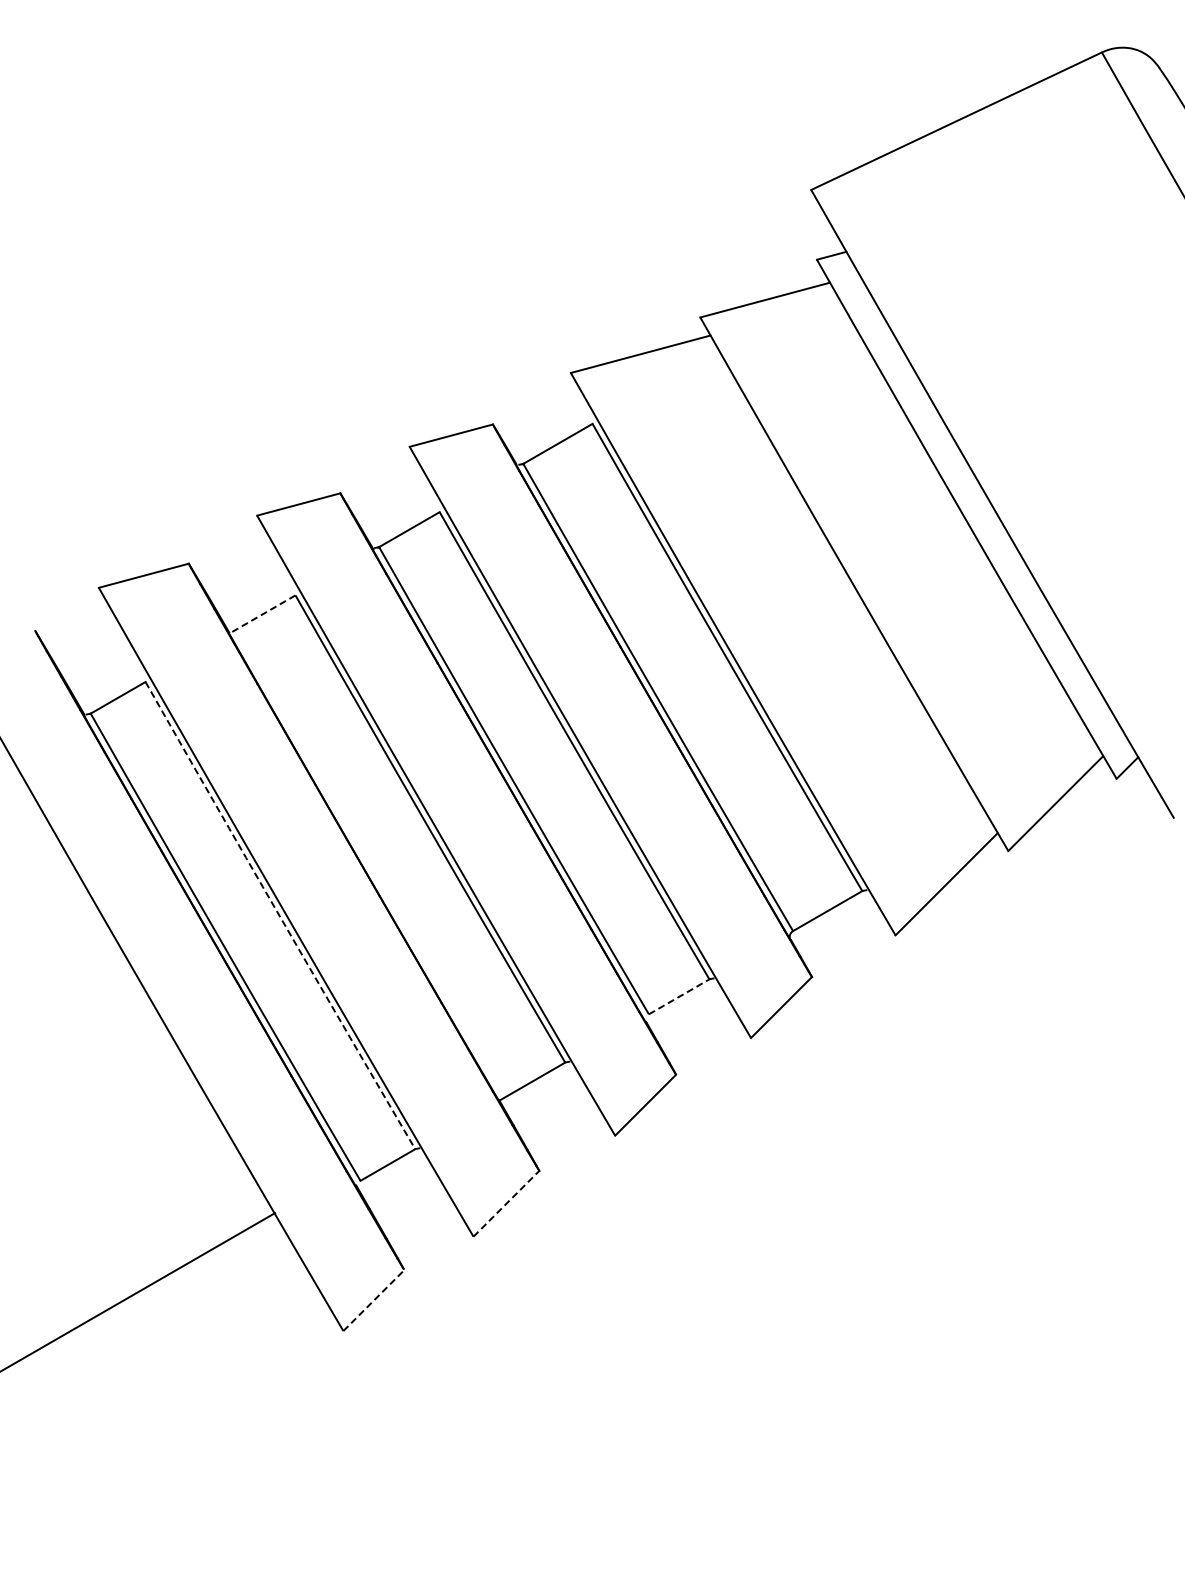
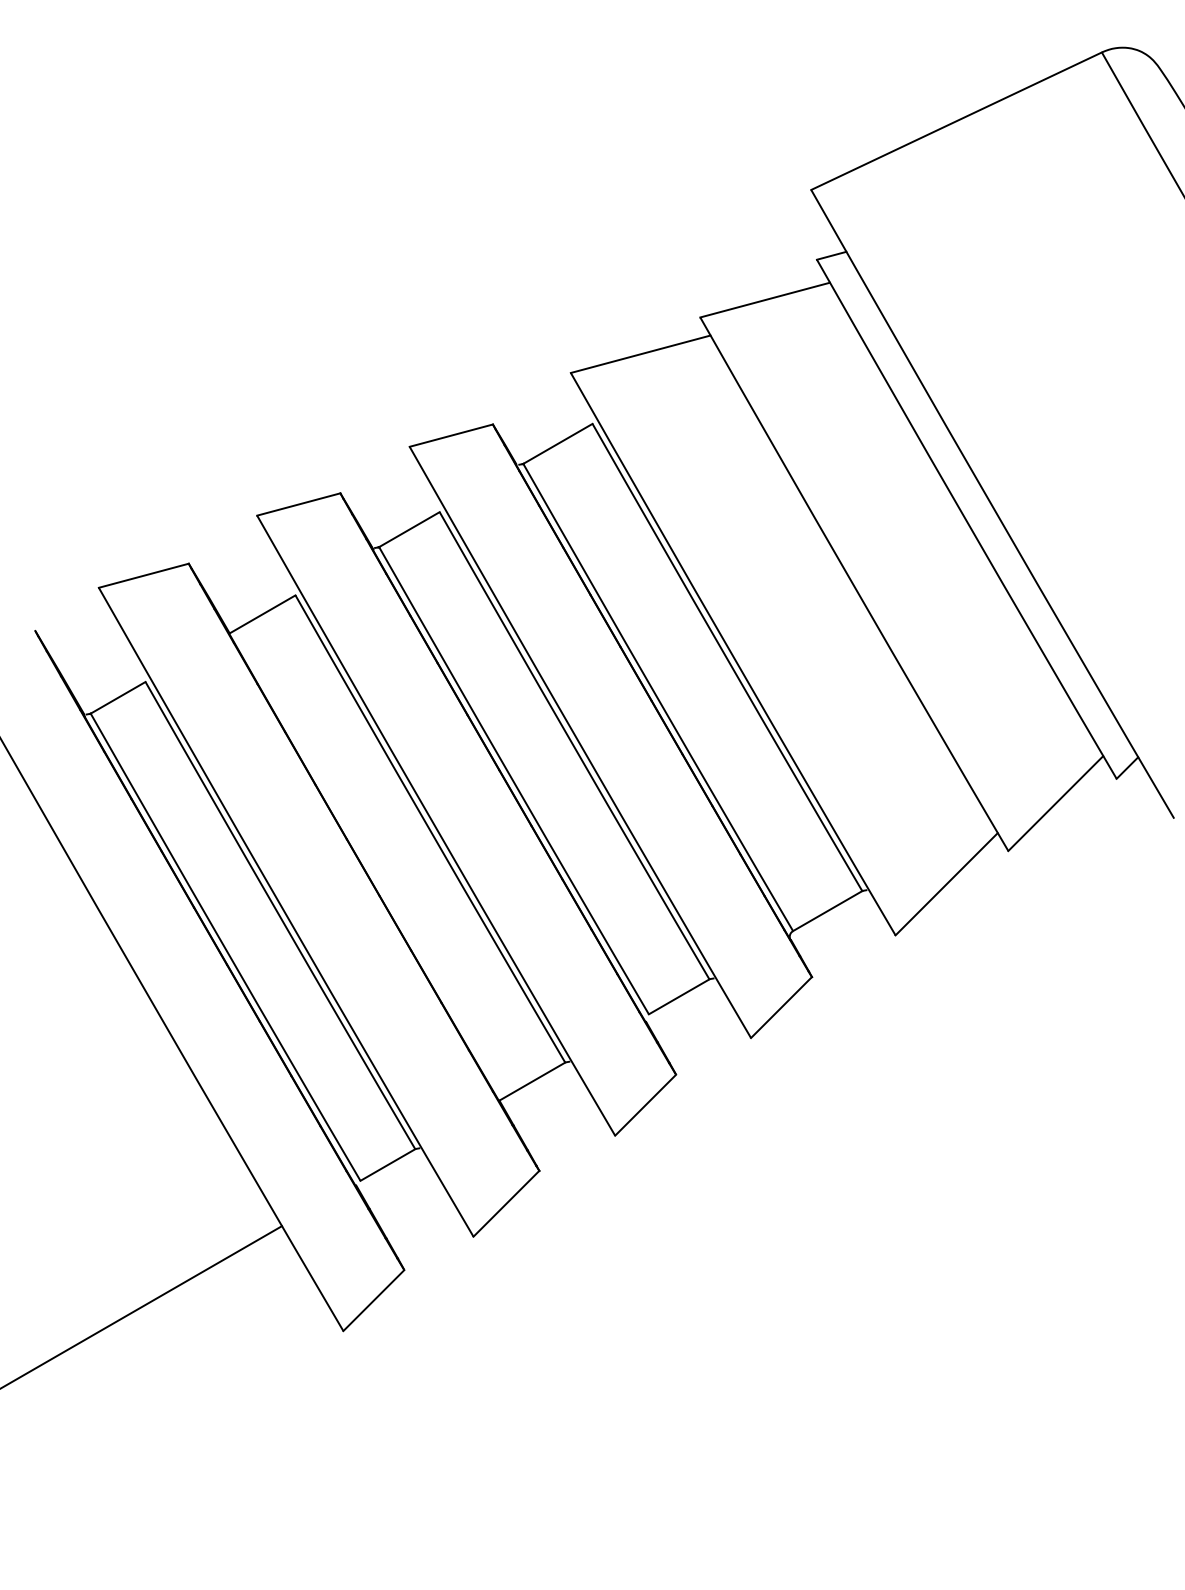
line at (261, 614): dashed -> solid
arc at (279, 916): dashed -> solid
line at (679, 996): dashed -> solid
line at (506, 1203): dashed -> solid
line at (138, 1291) position: (138, 1291) -> (141, 1306)
line at (374, 1300): dashed -> solid
